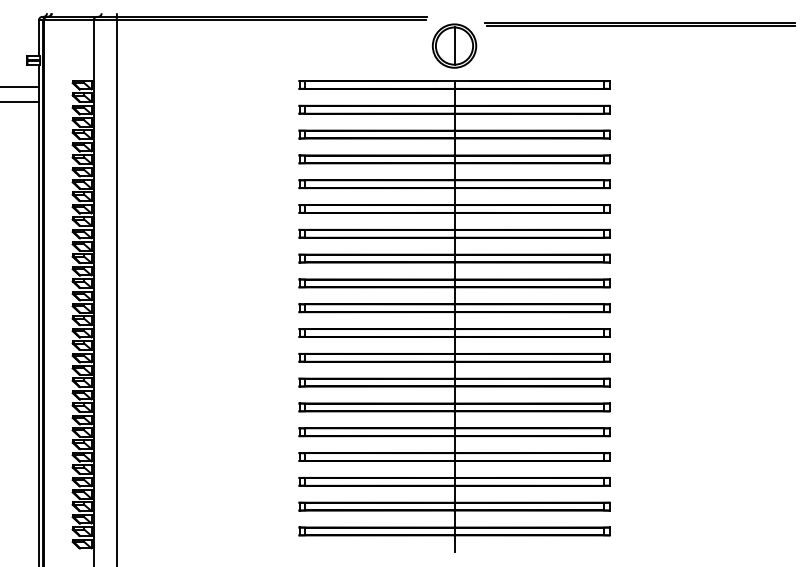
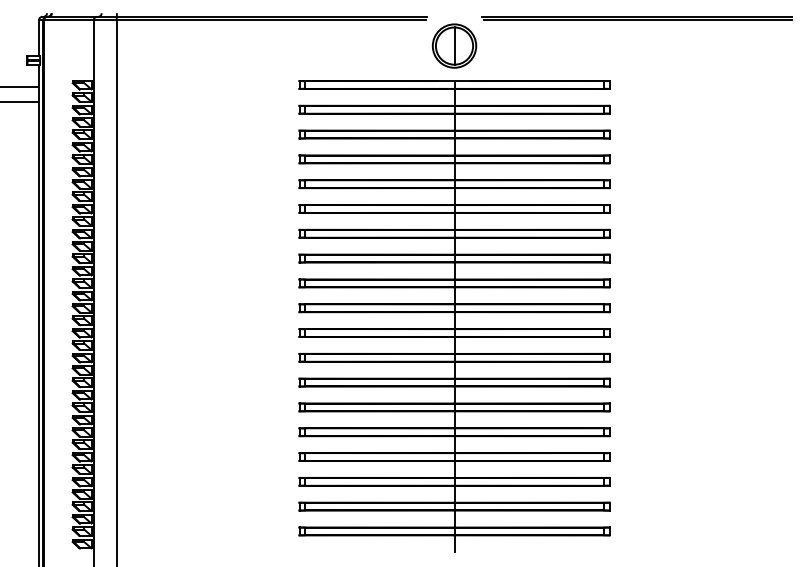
line at (639, 23) position: (639, 23) -> (636, 17)
